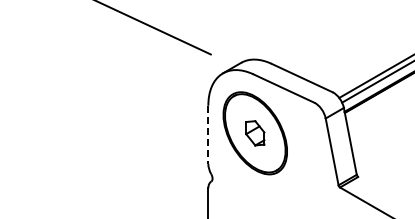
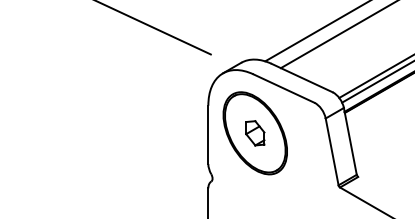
line at (316, 31): none -> present
line at (337, 35): none -> present
line at (208, 135): dashed -> solid
